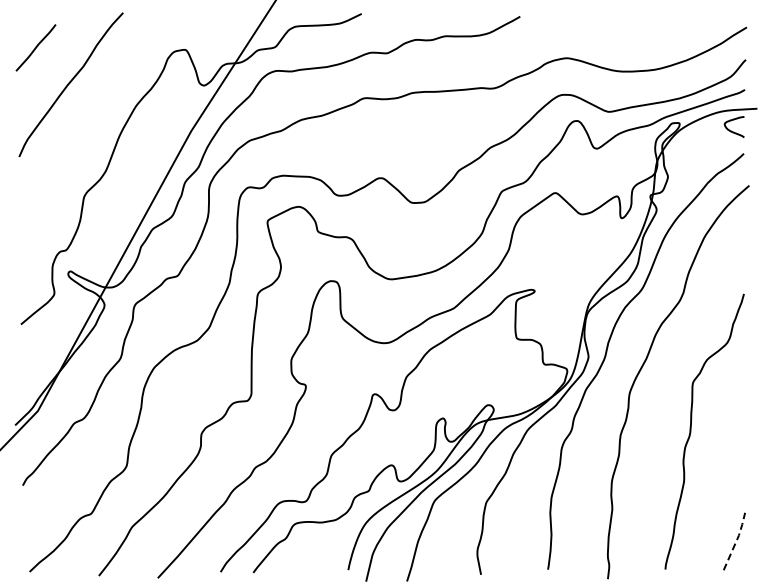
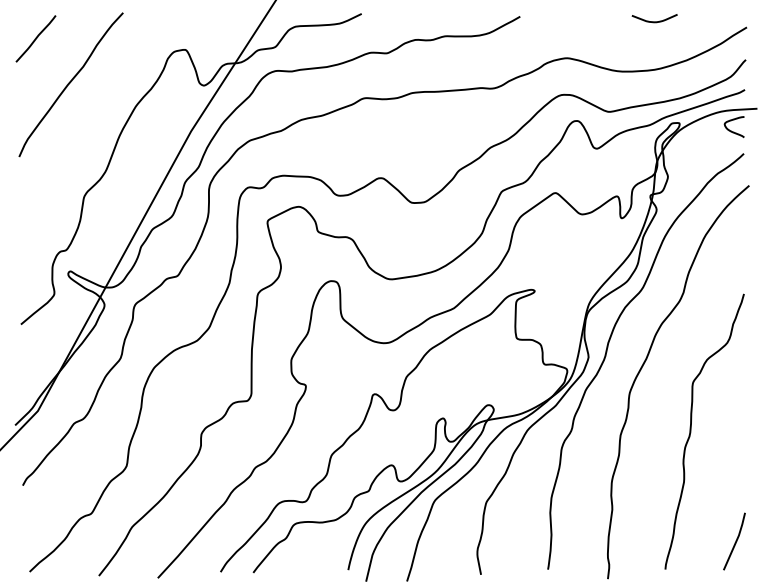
curve at (654, 21): none -> present
line at (35, 47) position: (35, 47) -> (35, 38)
line at (736, 540): dashed -> solid
